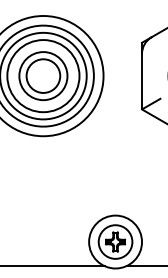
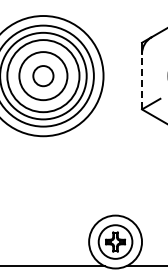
circle at (43, 75) diameter: 34 px -> 20 px
line at (142, 81): solid -> dashed
